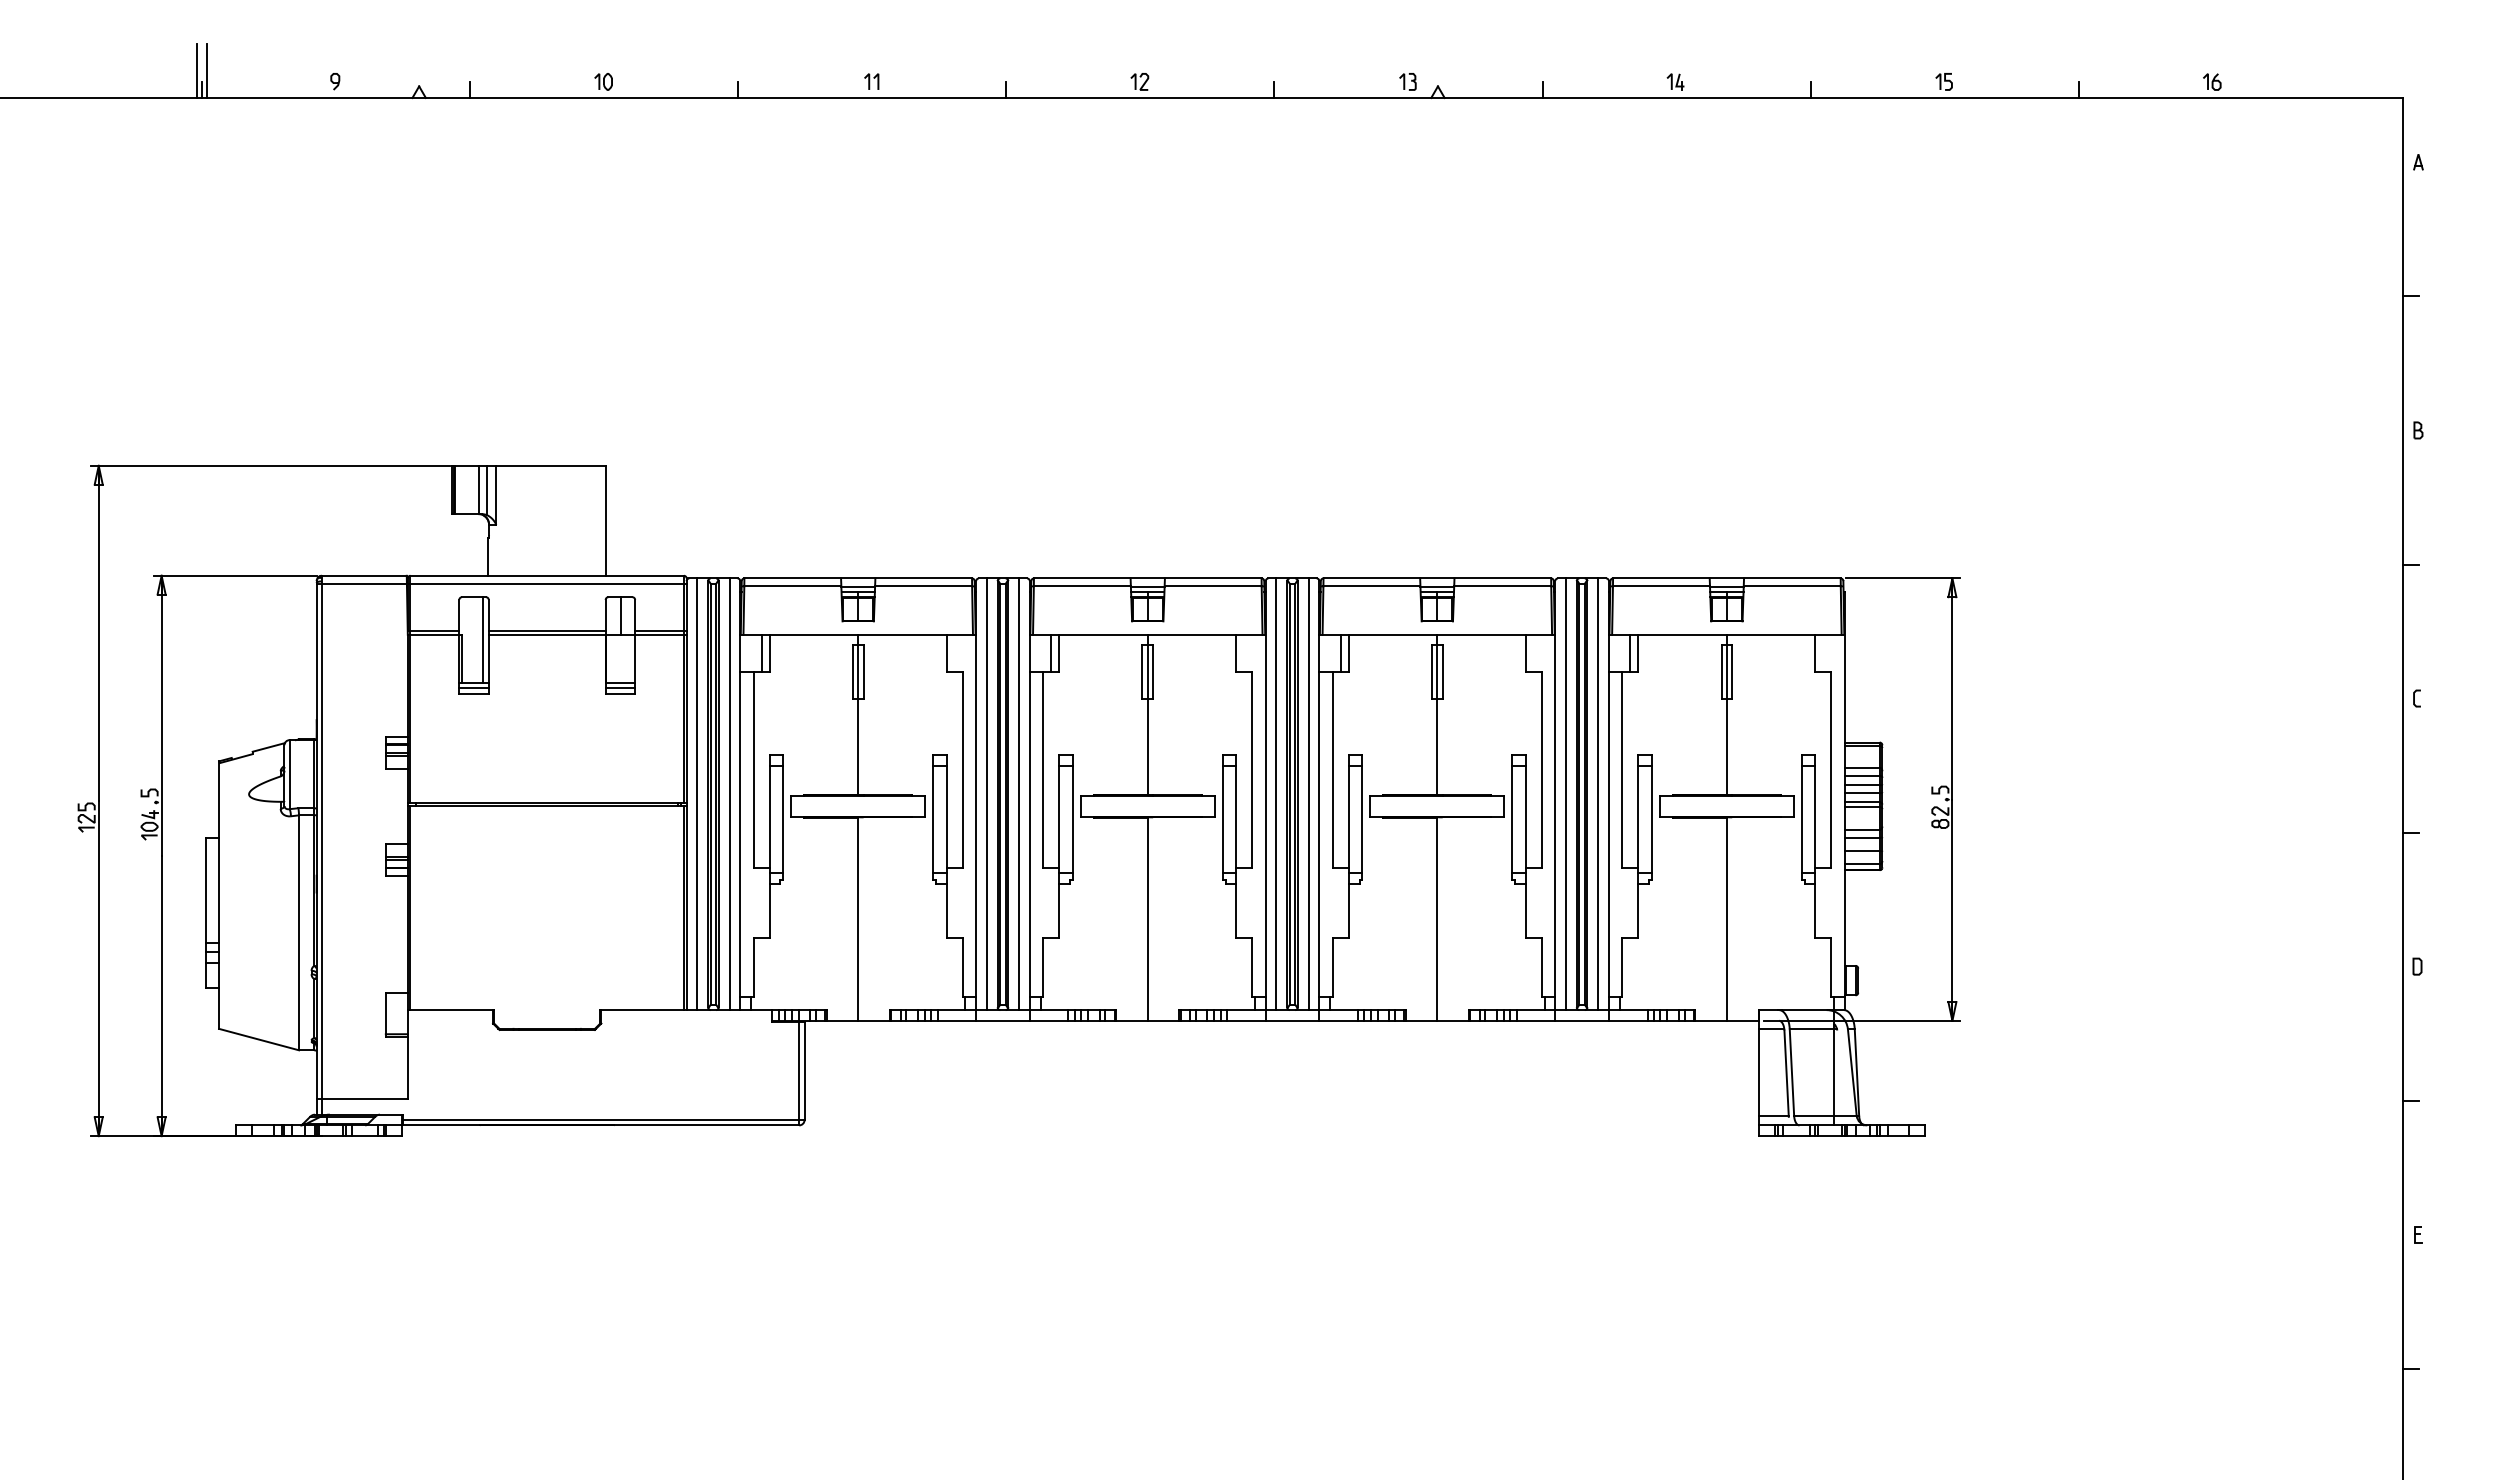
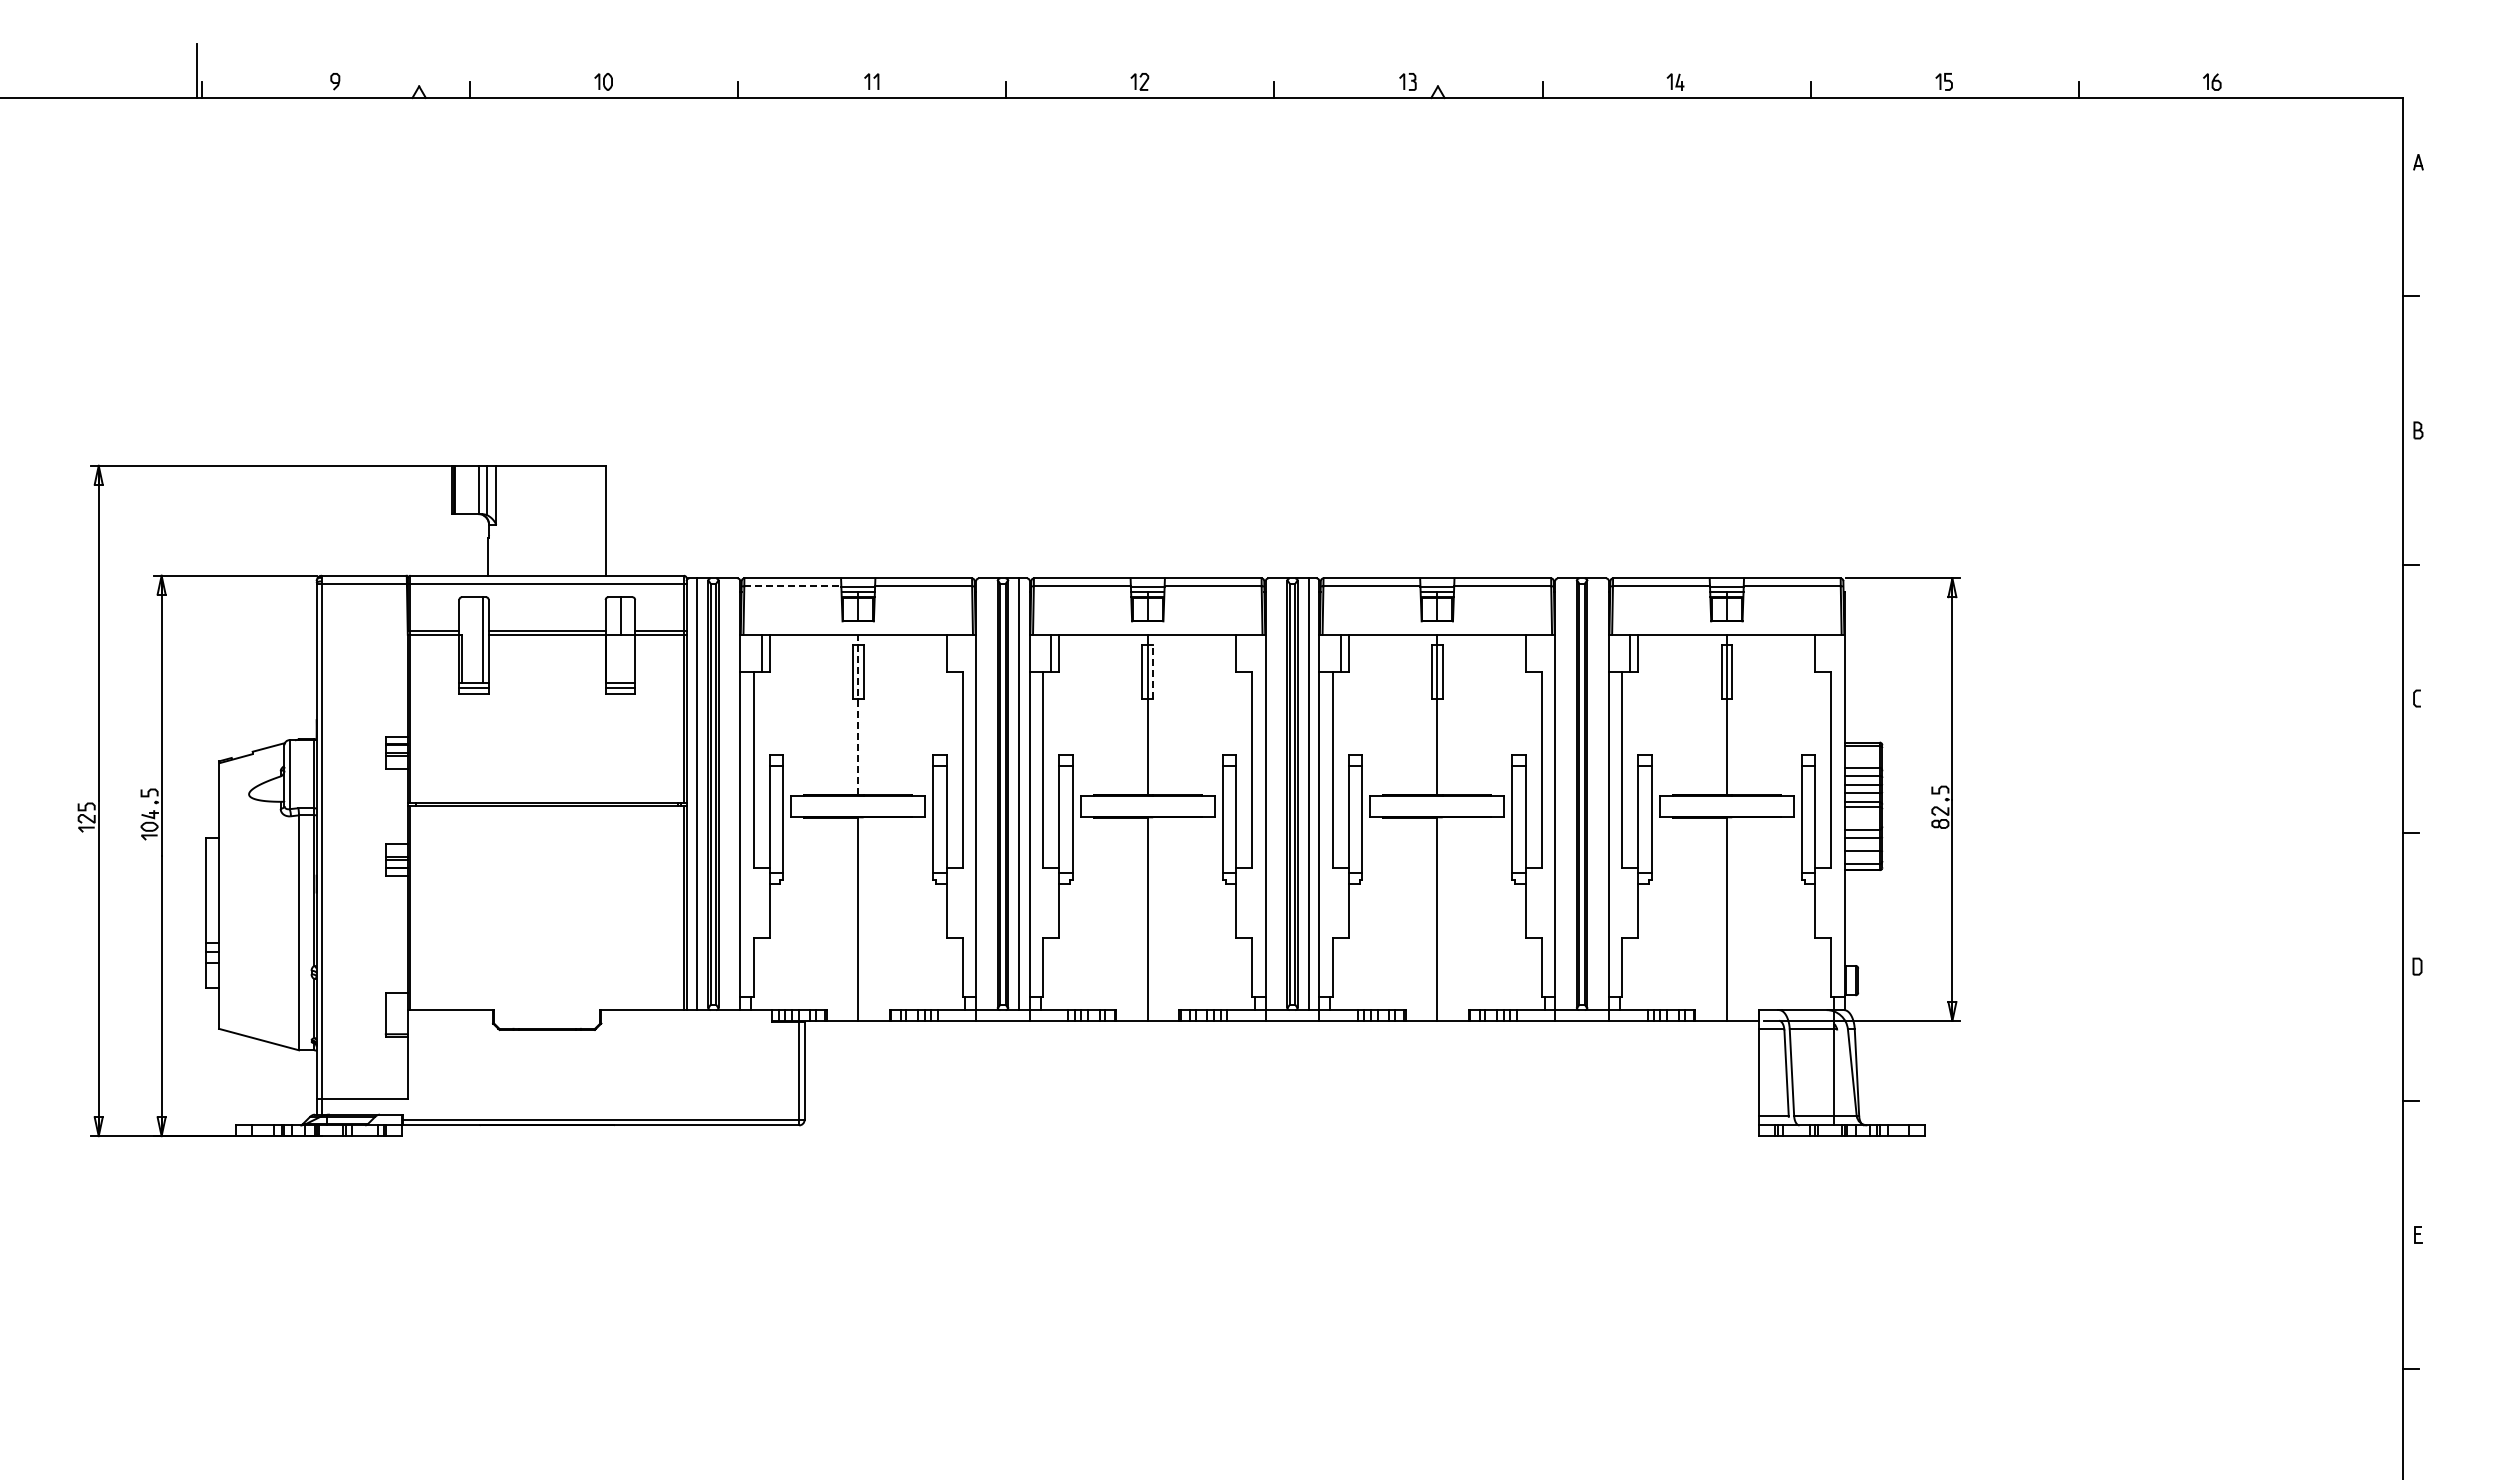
line at (207, 71): present -> none
line at (792, 586): solid -> dashed
line at (1153, 672): solid -> dashed
line at (858, 714): solid -> dashed
line at (729, 794): present -> none
line at (986, 794): present -> none
line at (1276, 794): present -> none
line at (1566, 794): present -> none
line at (1598, 794): present -> none
